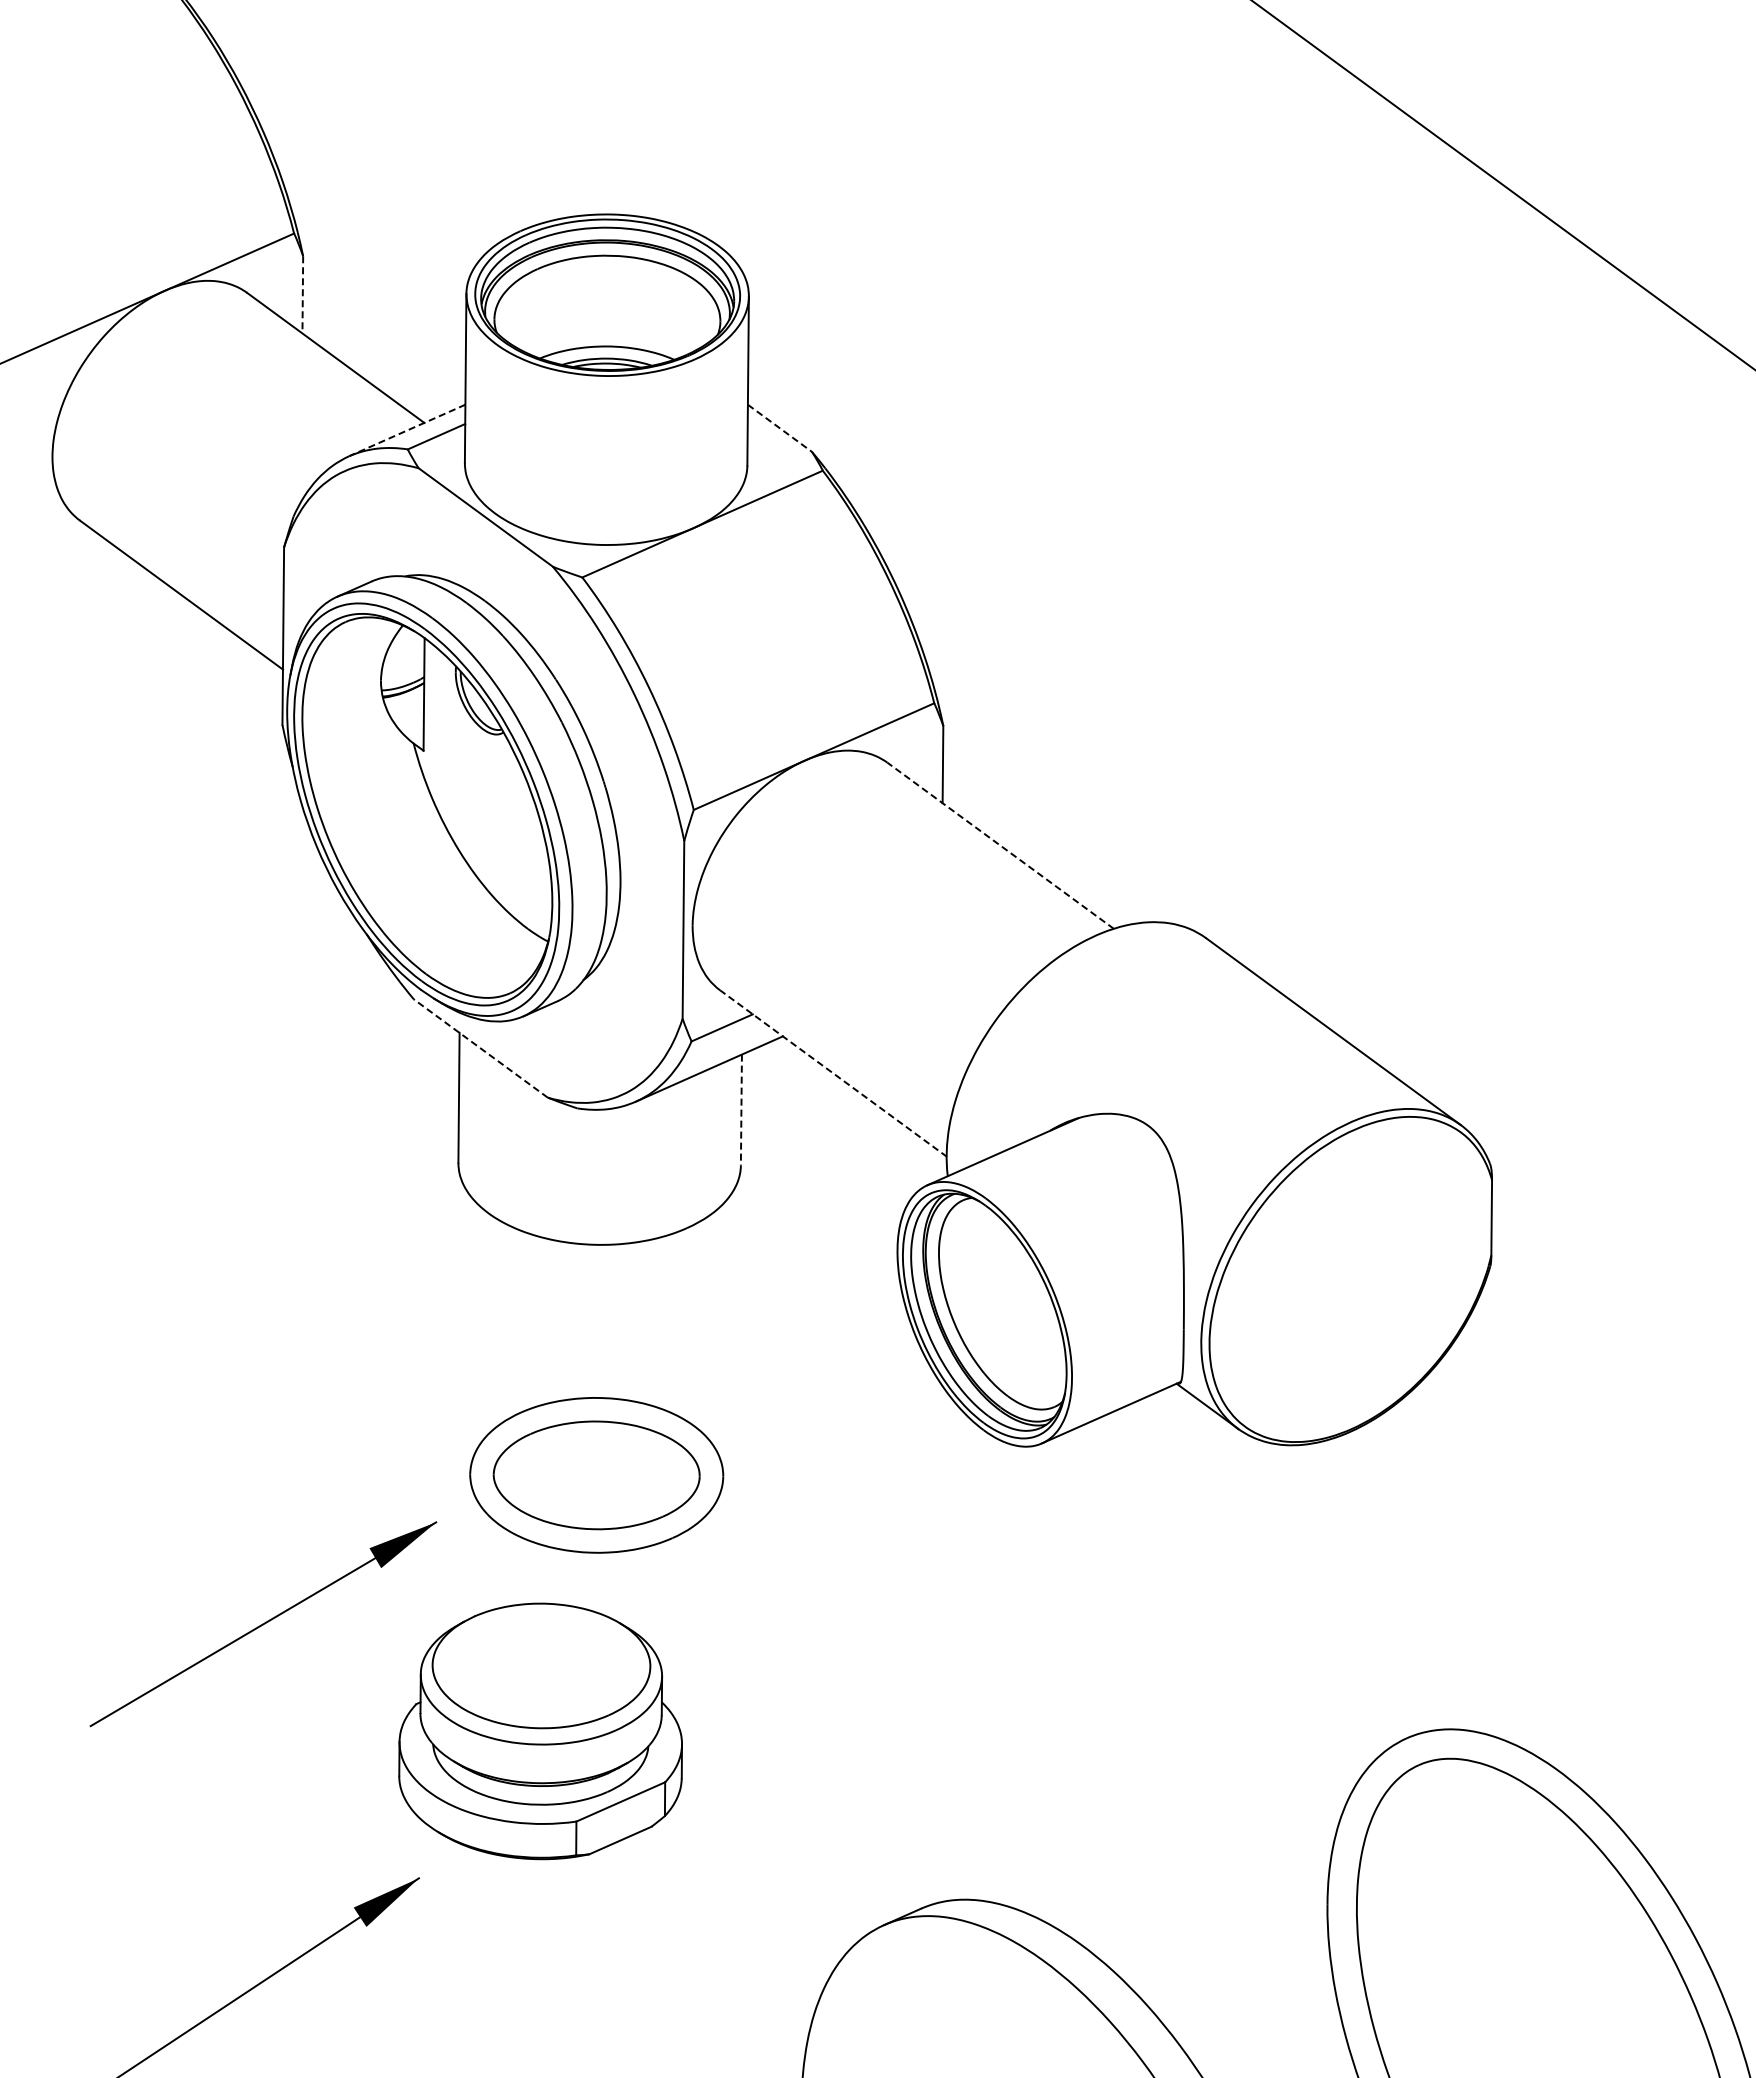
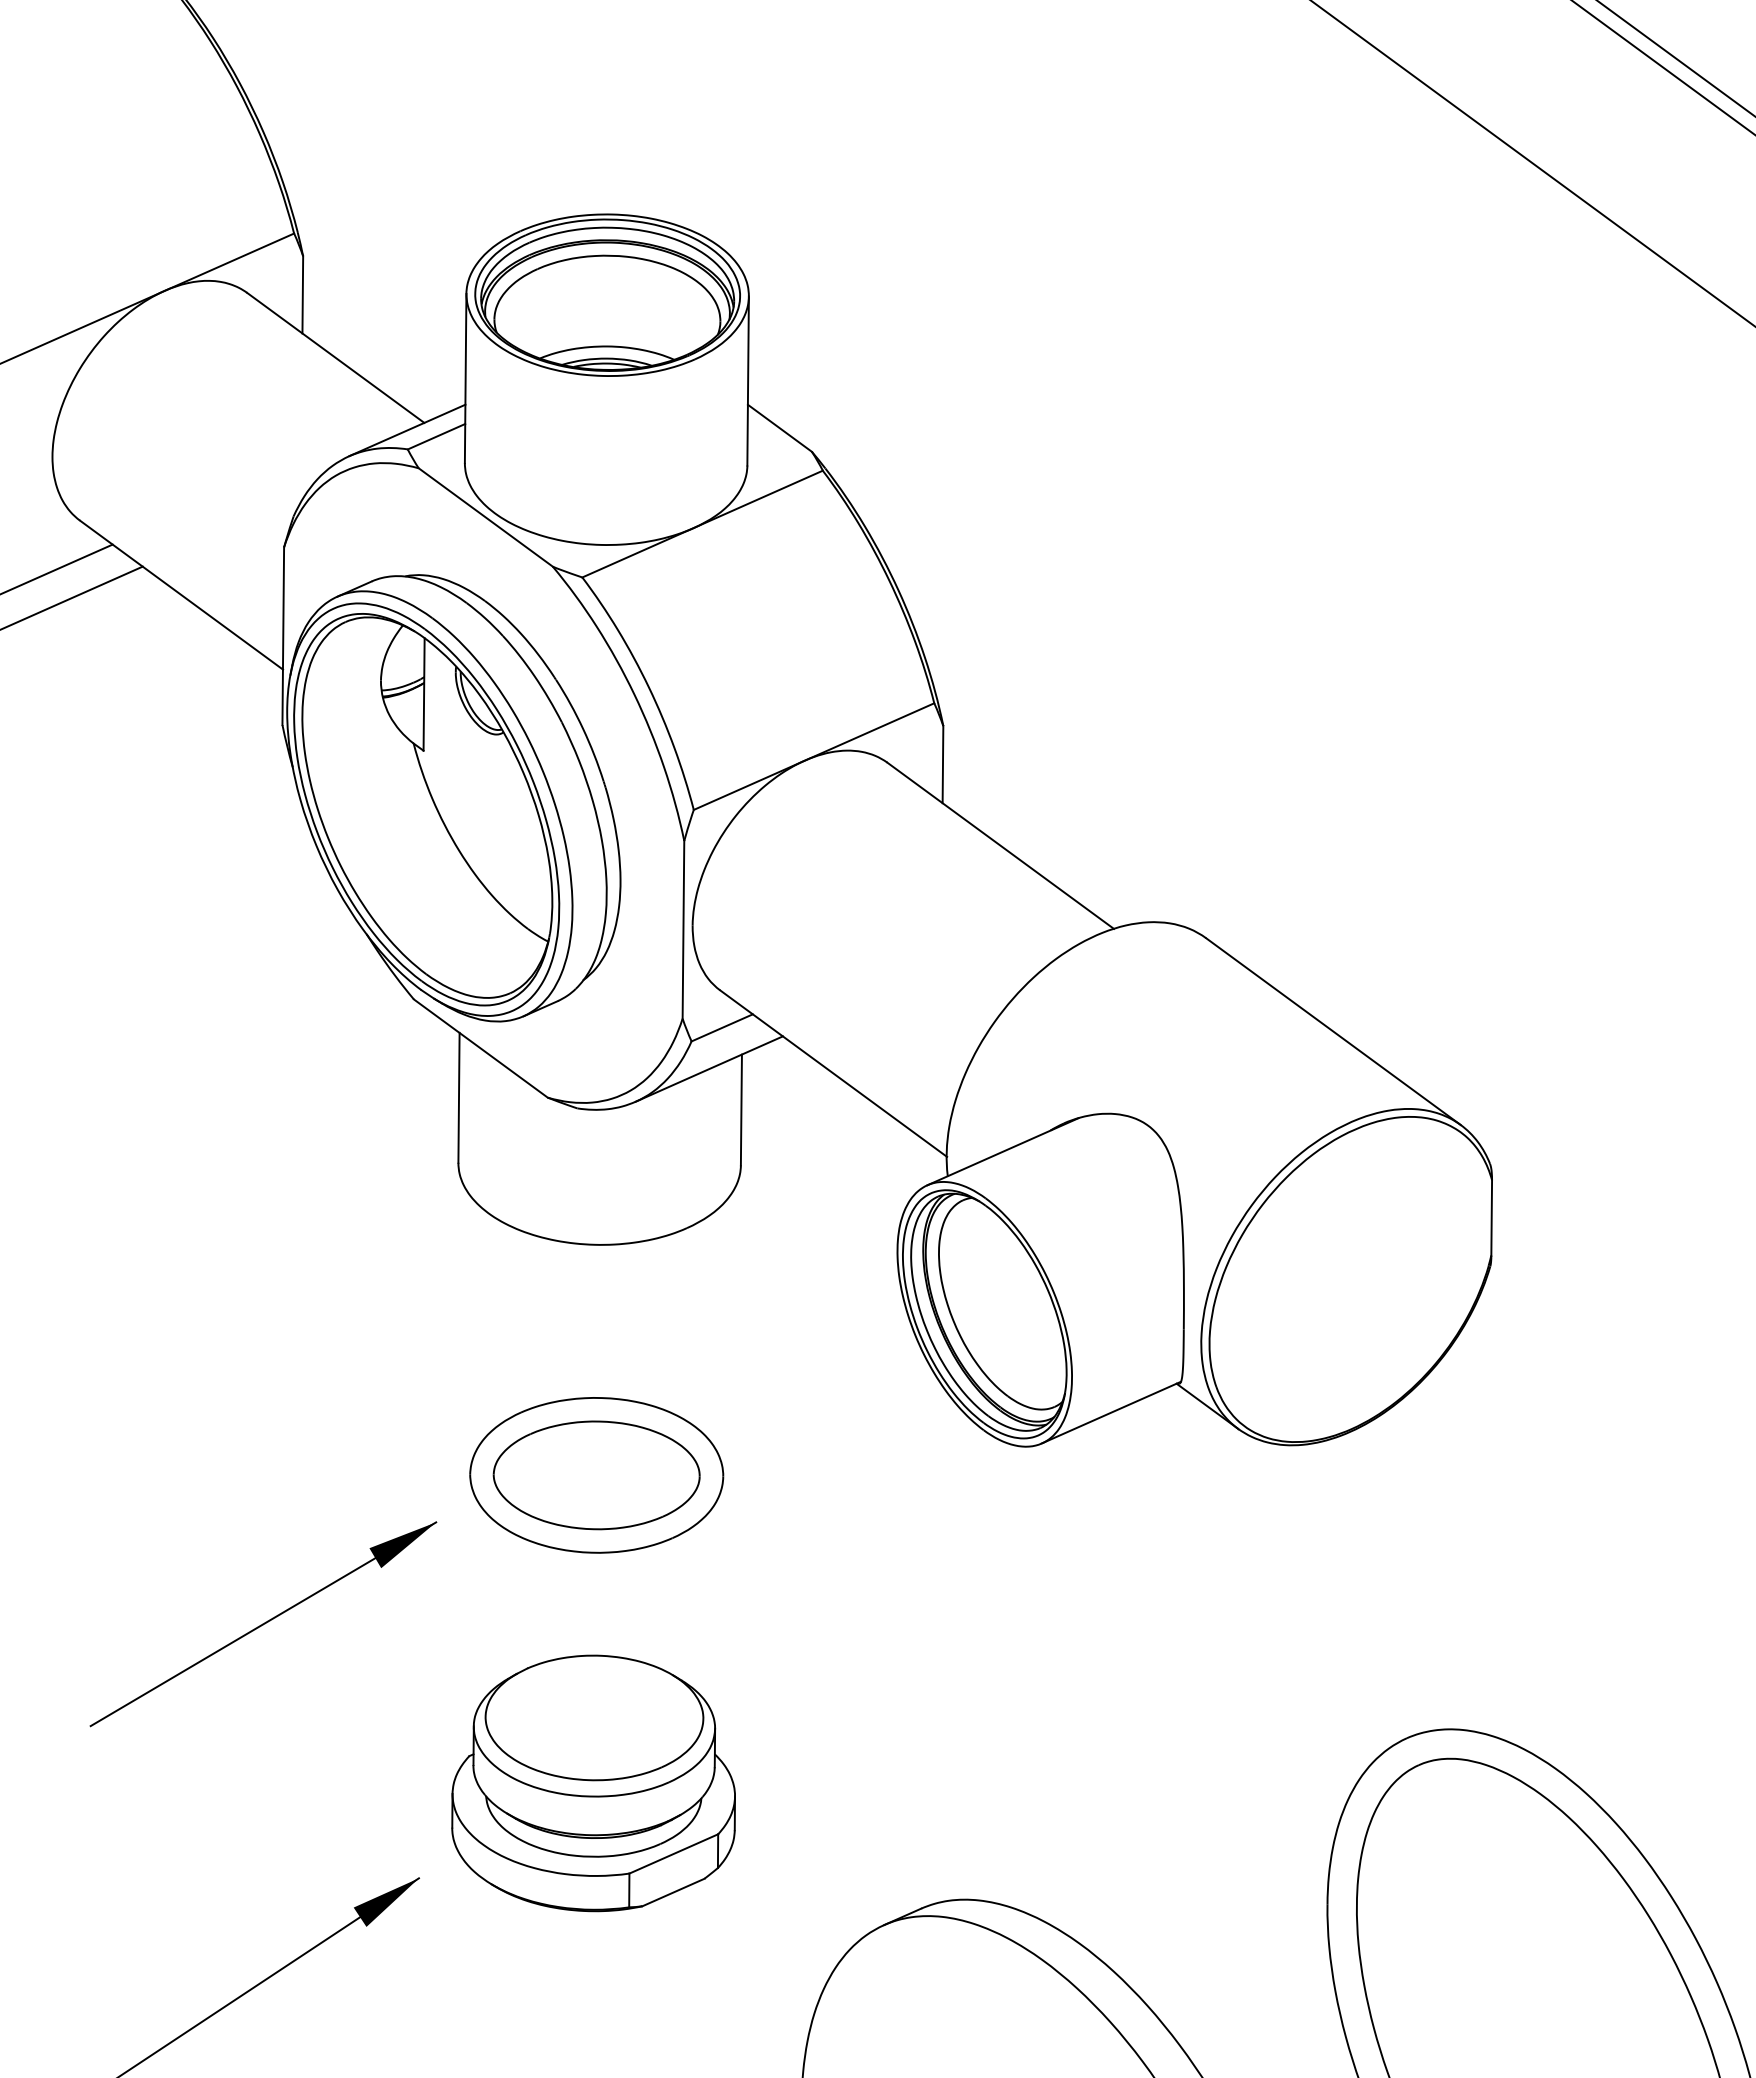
line at (1675, 58): none -> present
line at (1663, 67): none -> present
line at (1503, 184) position: (1503, 184) -> (1532, 163)
line at (302, 294): dashed -> solid
line at (779, 428): dashed -> solid
line at (406, 430): dashed -> solid
line at (57, 568): none -> present
line at (72, 597): none -> present
line at (1000, 845): dashed -> solid
line at (480, 1048): dashed -> solid
line at (833, 1073): dashed -> solid
line at (741, 1110): dashed -> solid
part at (540, 1731) position: (540, 1731) -> (593, 1783)
